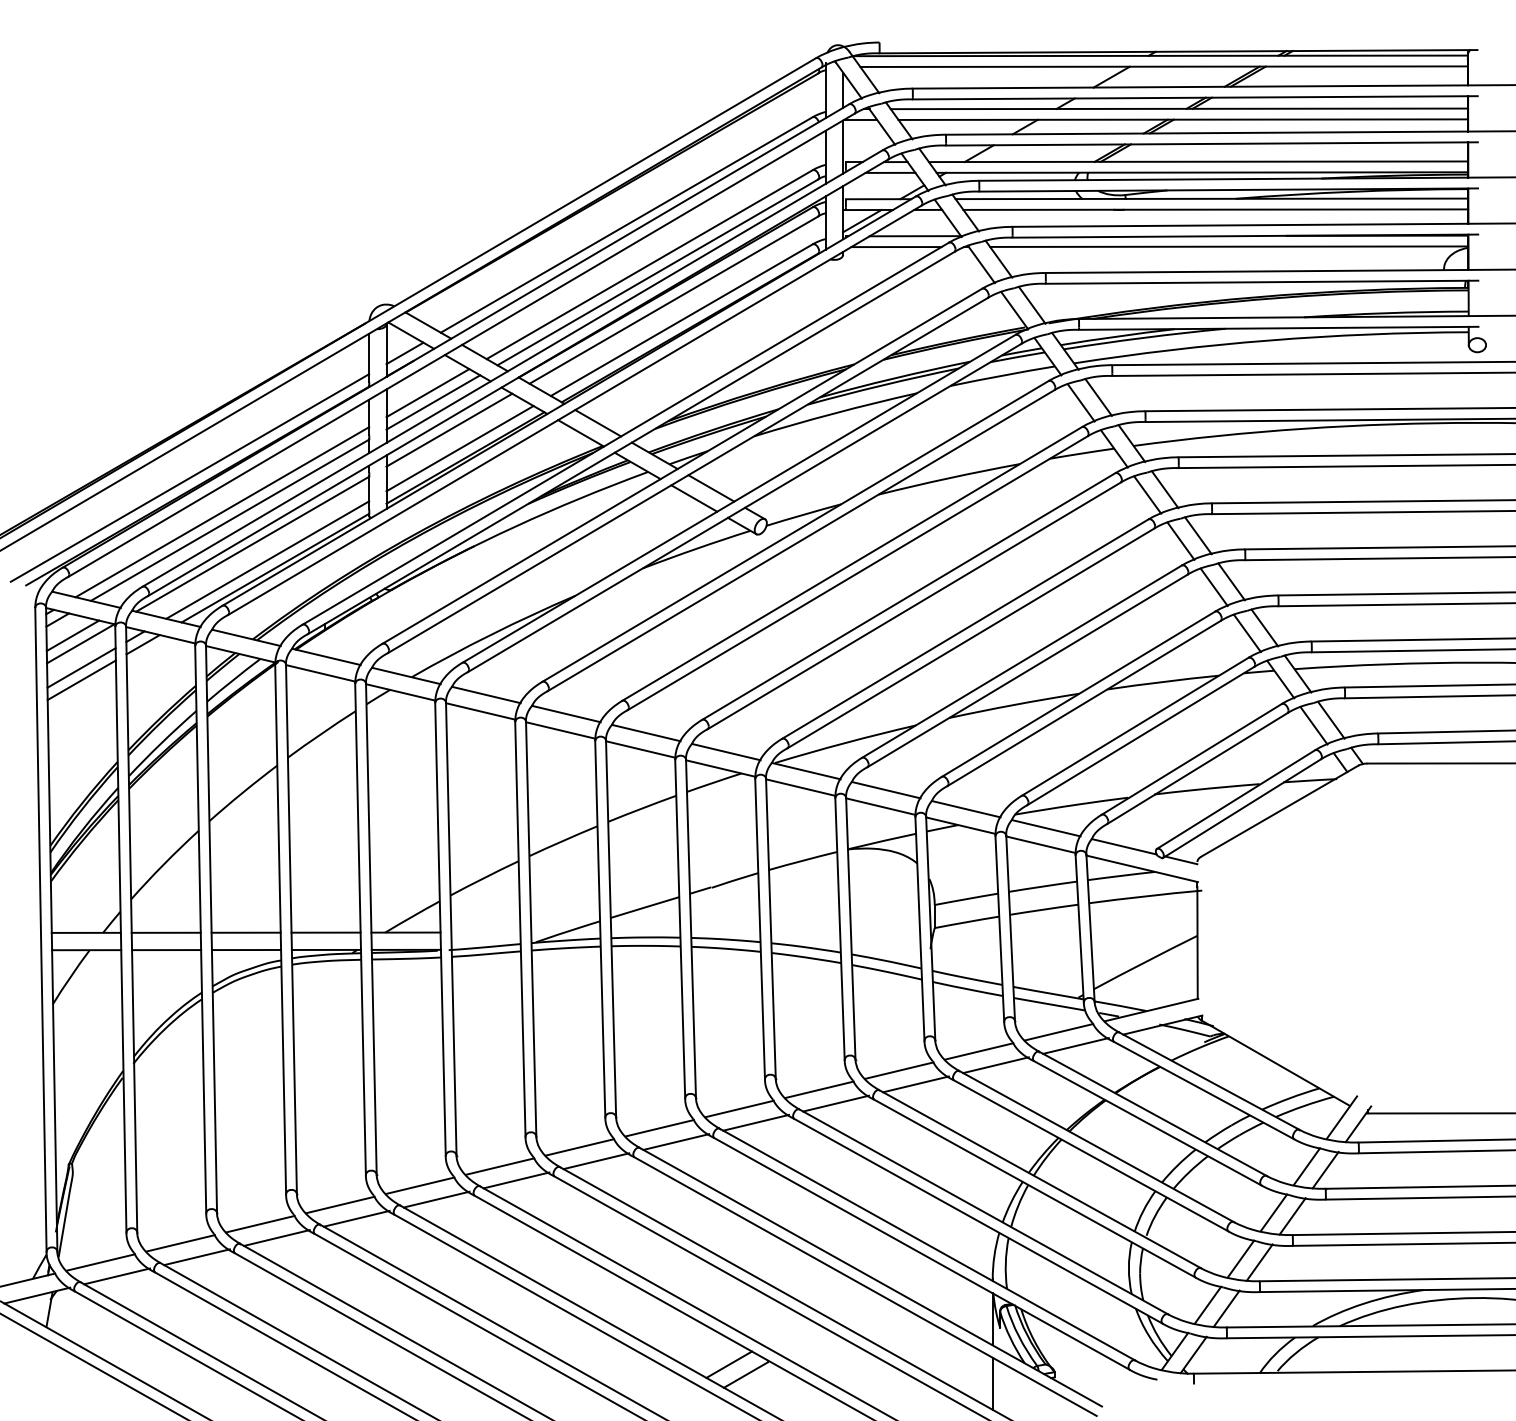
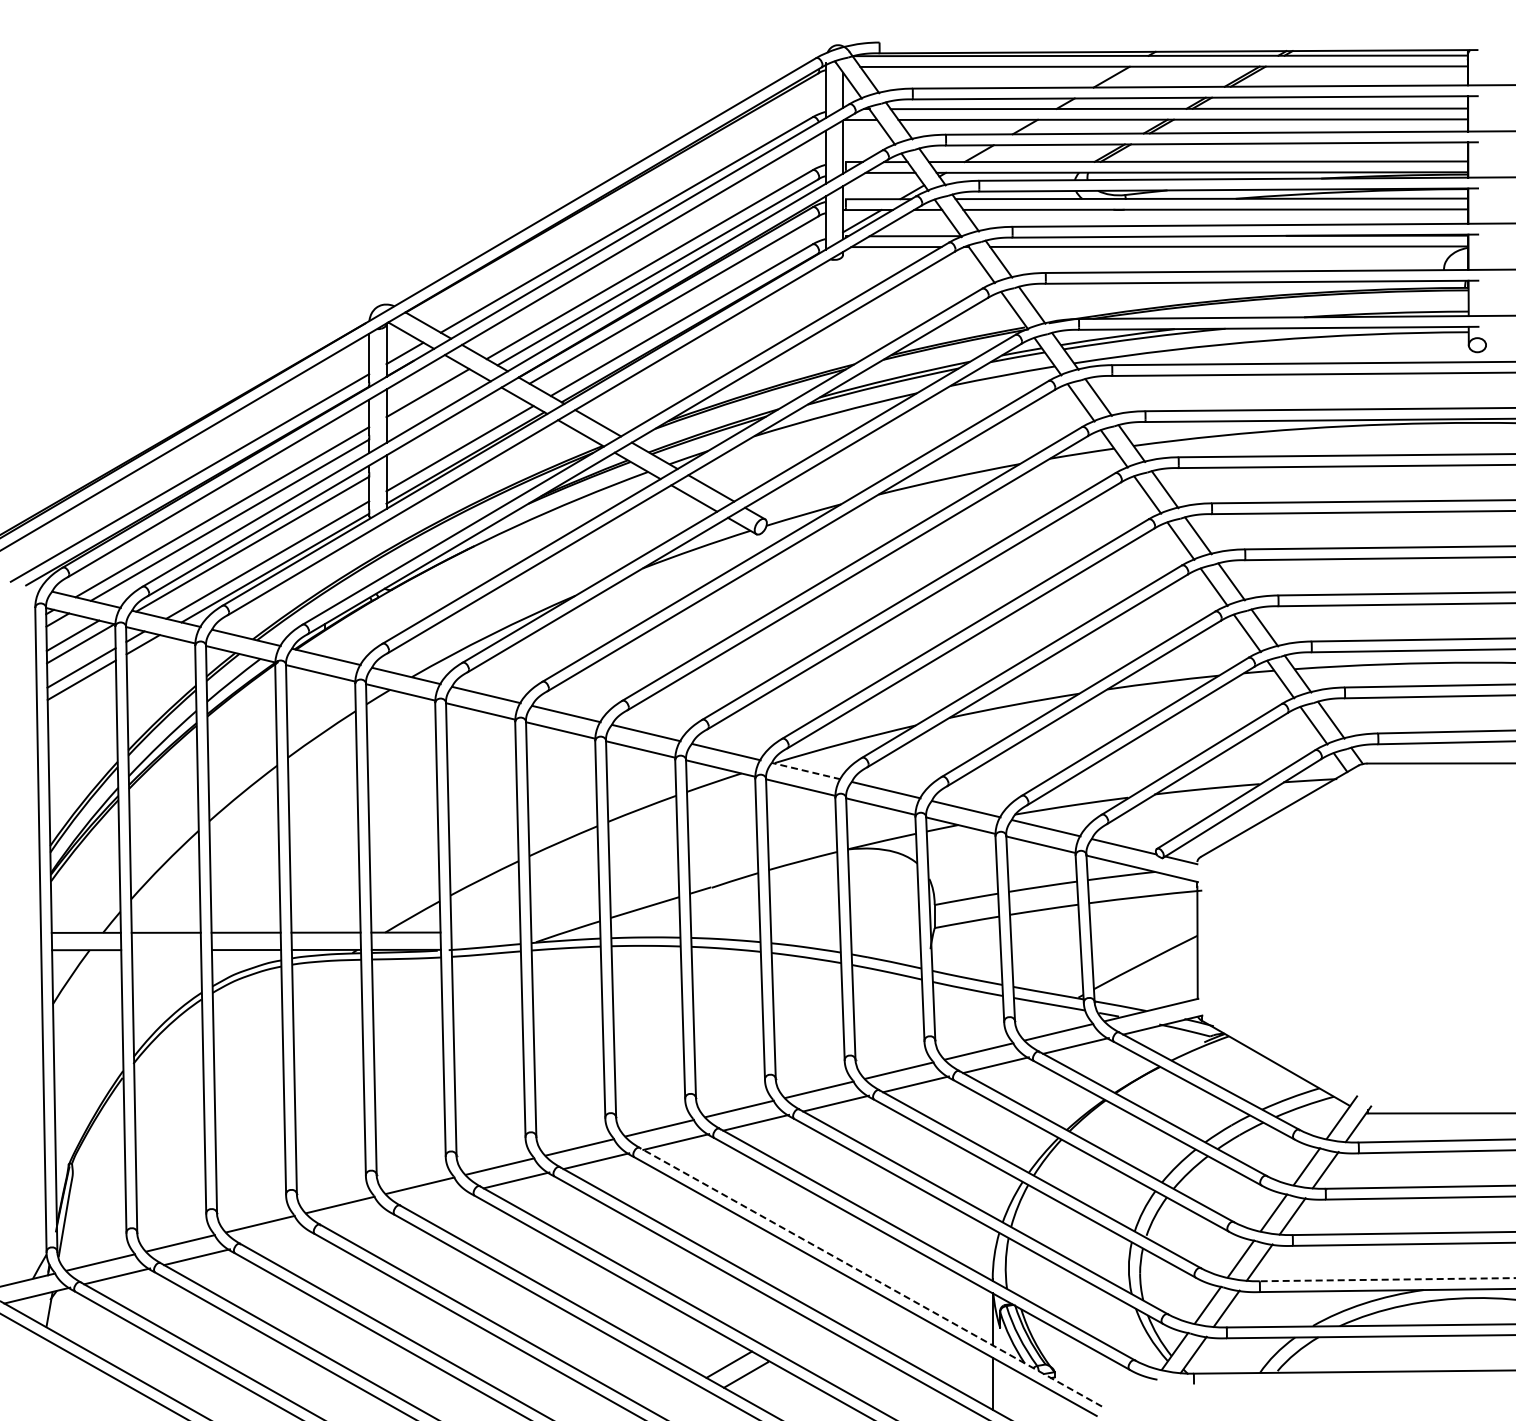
line at (433, 402): present -> none
line at (449, 429): present -> none
line at (805, 771): solid -> dashed
line at (166, 950): present -> none
line at (436, 1199): present -> none
line at (356, 1218): present -> none
line at (276, 1237): present -> none
line at (870, 1277): solid -> dashed
line at (1387, 1279): solid -> dashed
